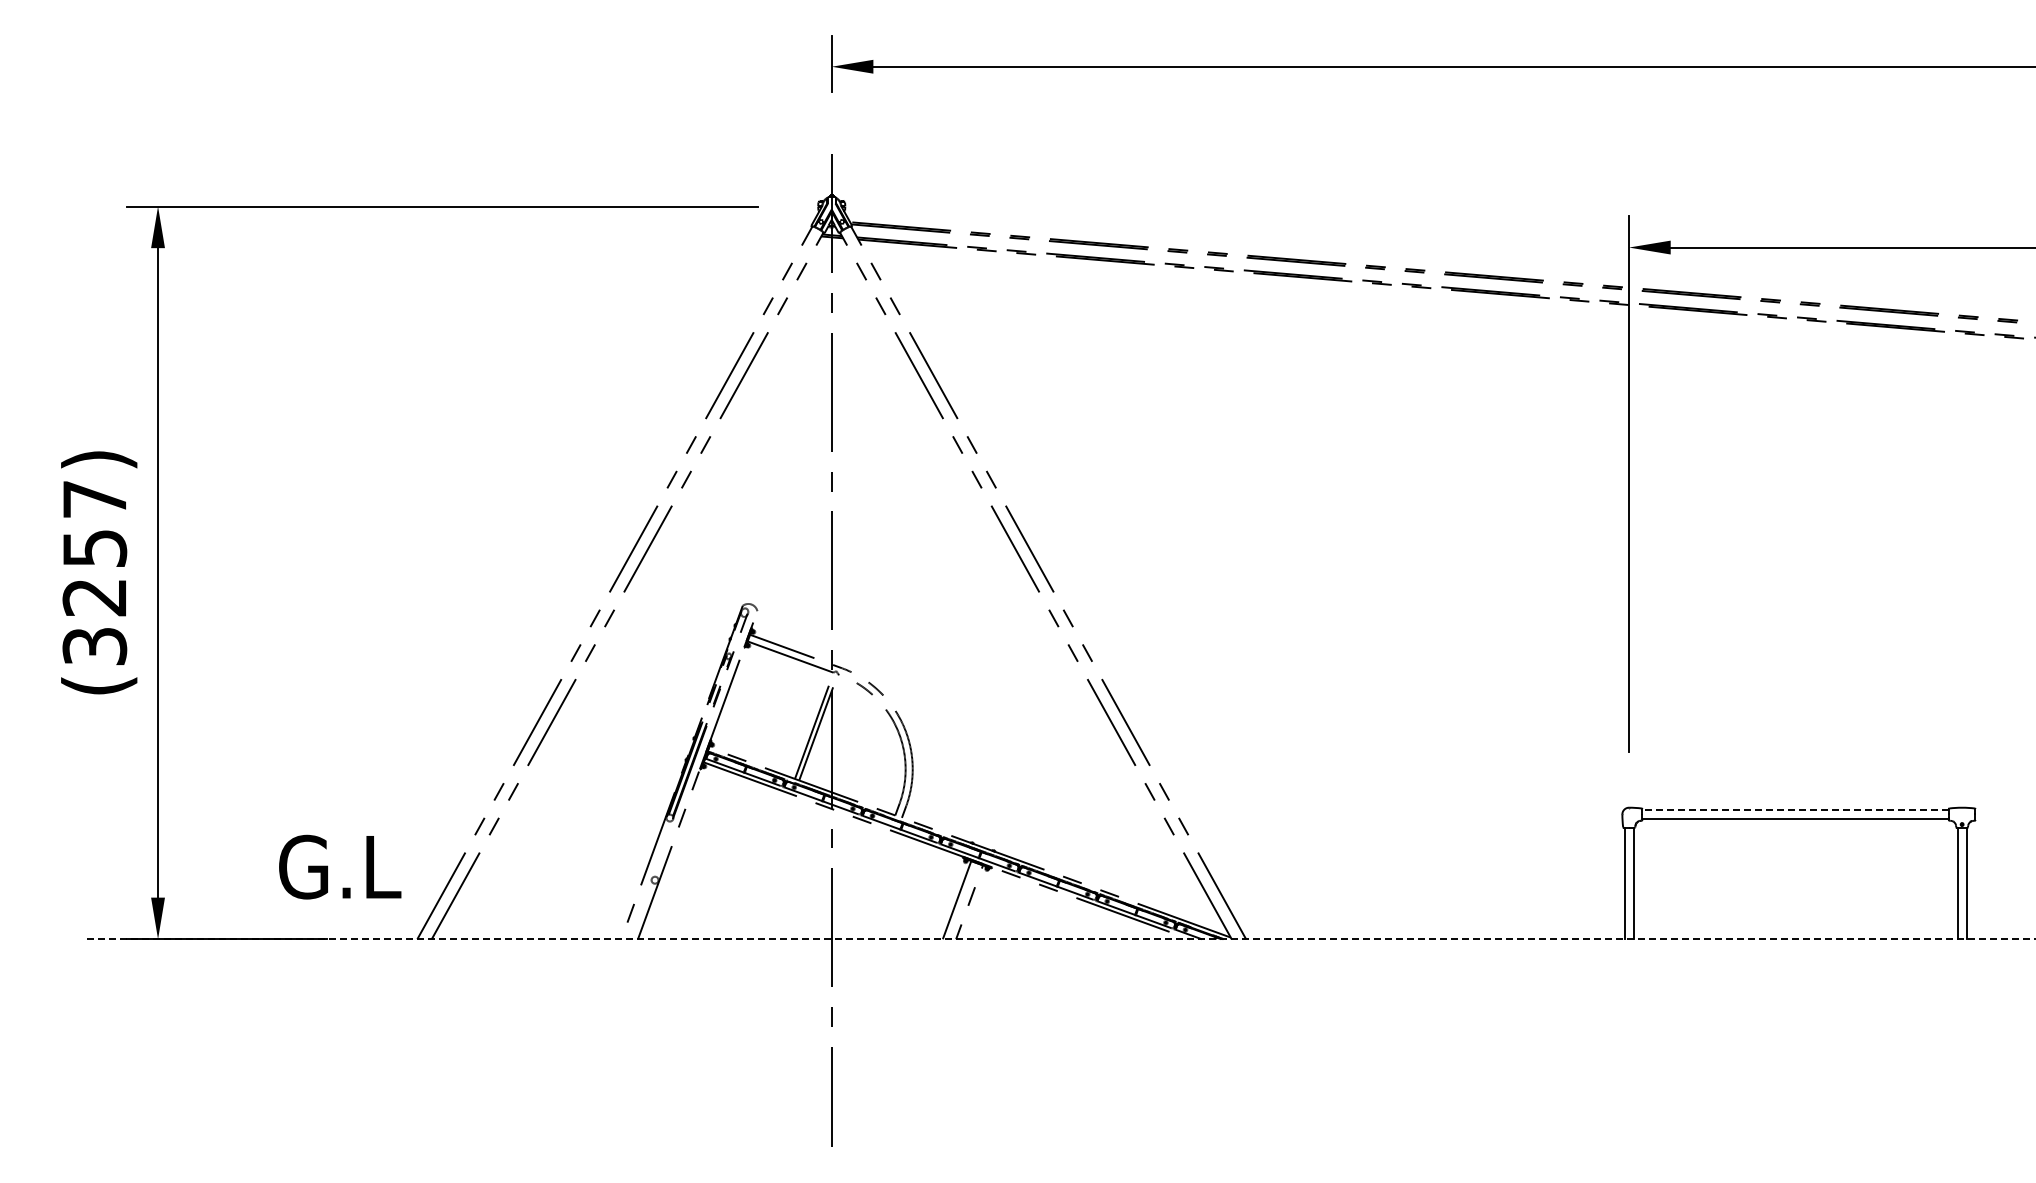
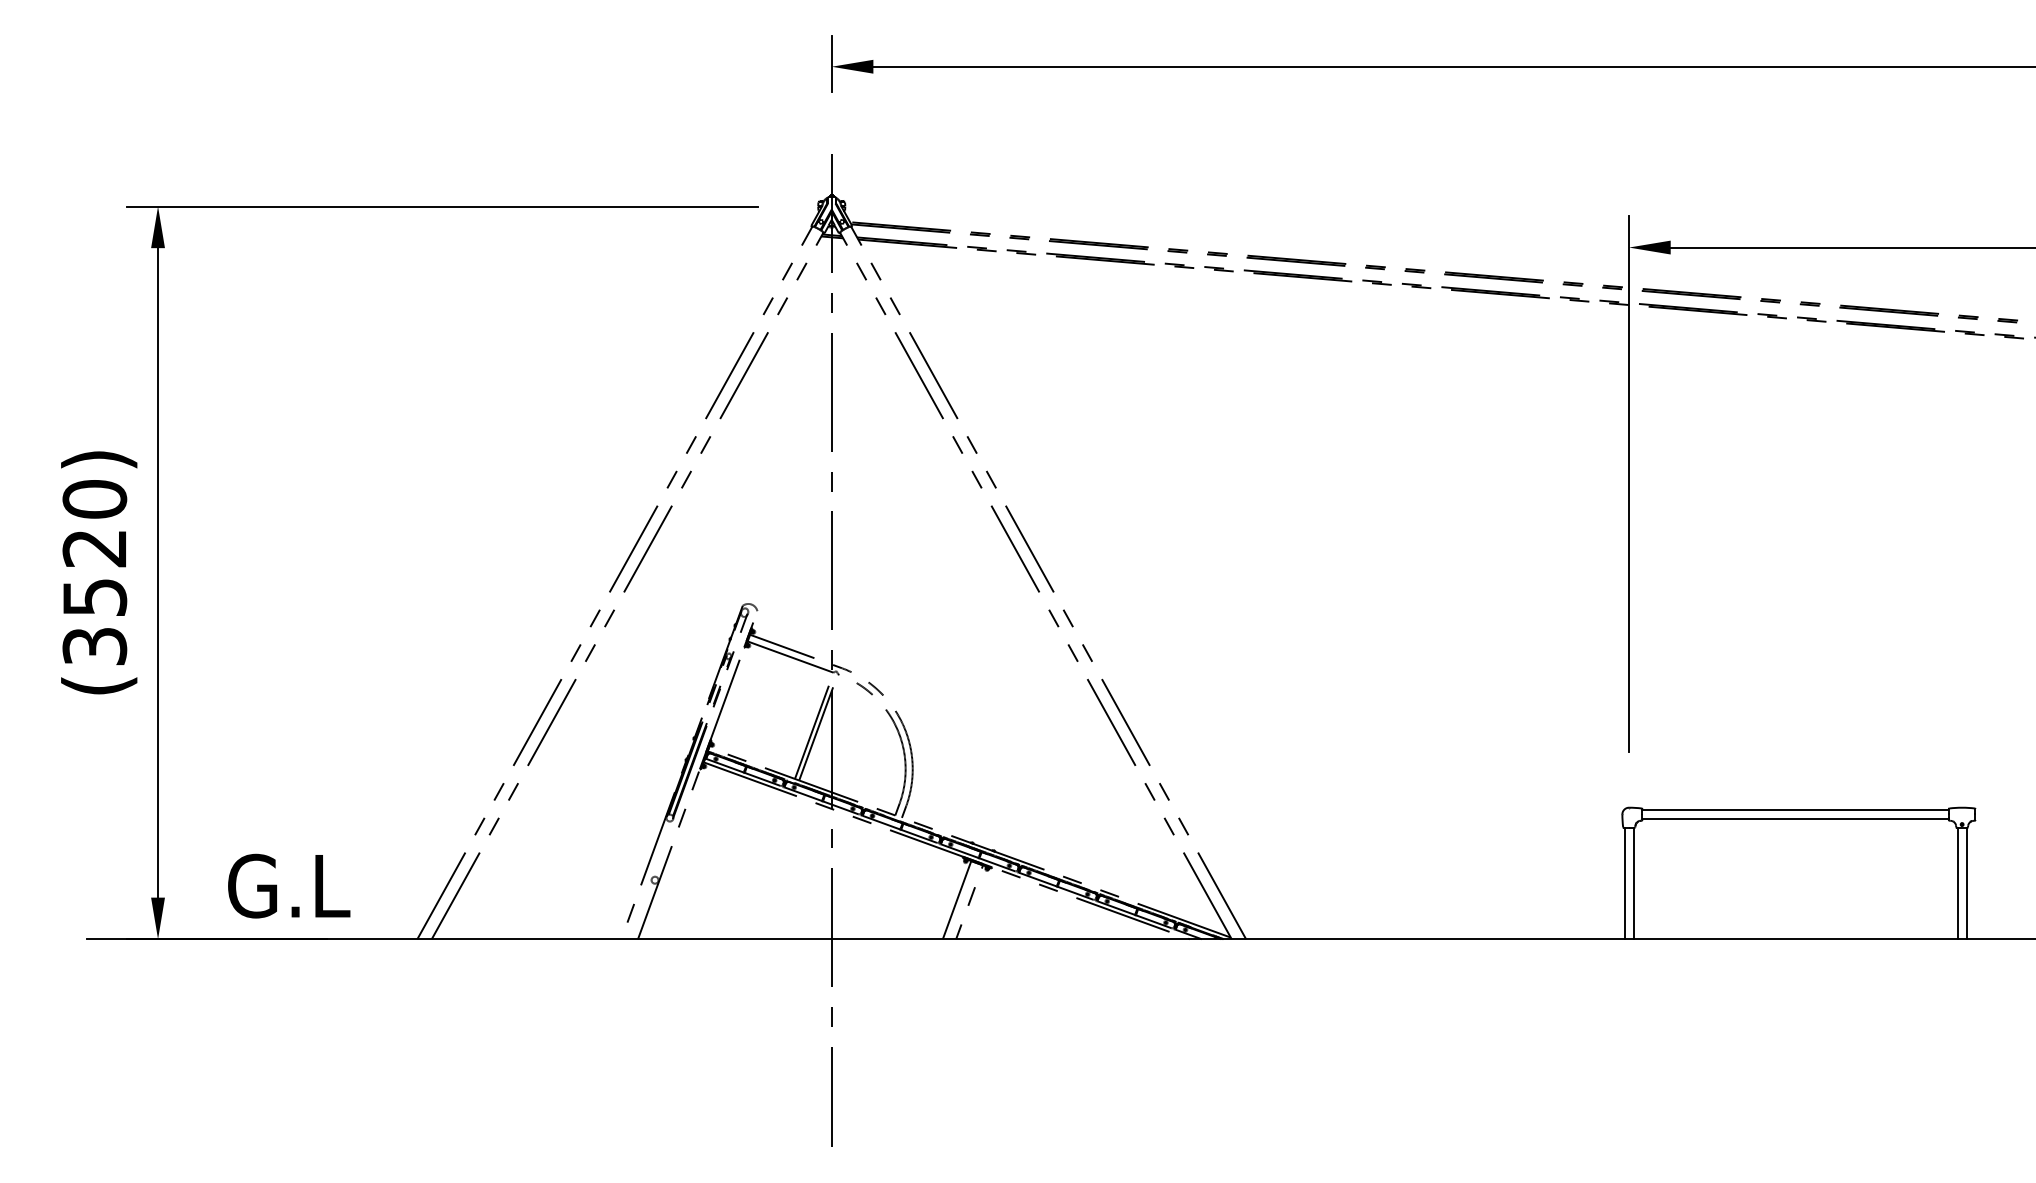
text at (94, 548): (3257) -> (3520)
line at (1795, 809): dashed -> solid
text at (340, 866) position: (340, 866) -> (289, 885)
line at (1061, 939): dashed -> solid
